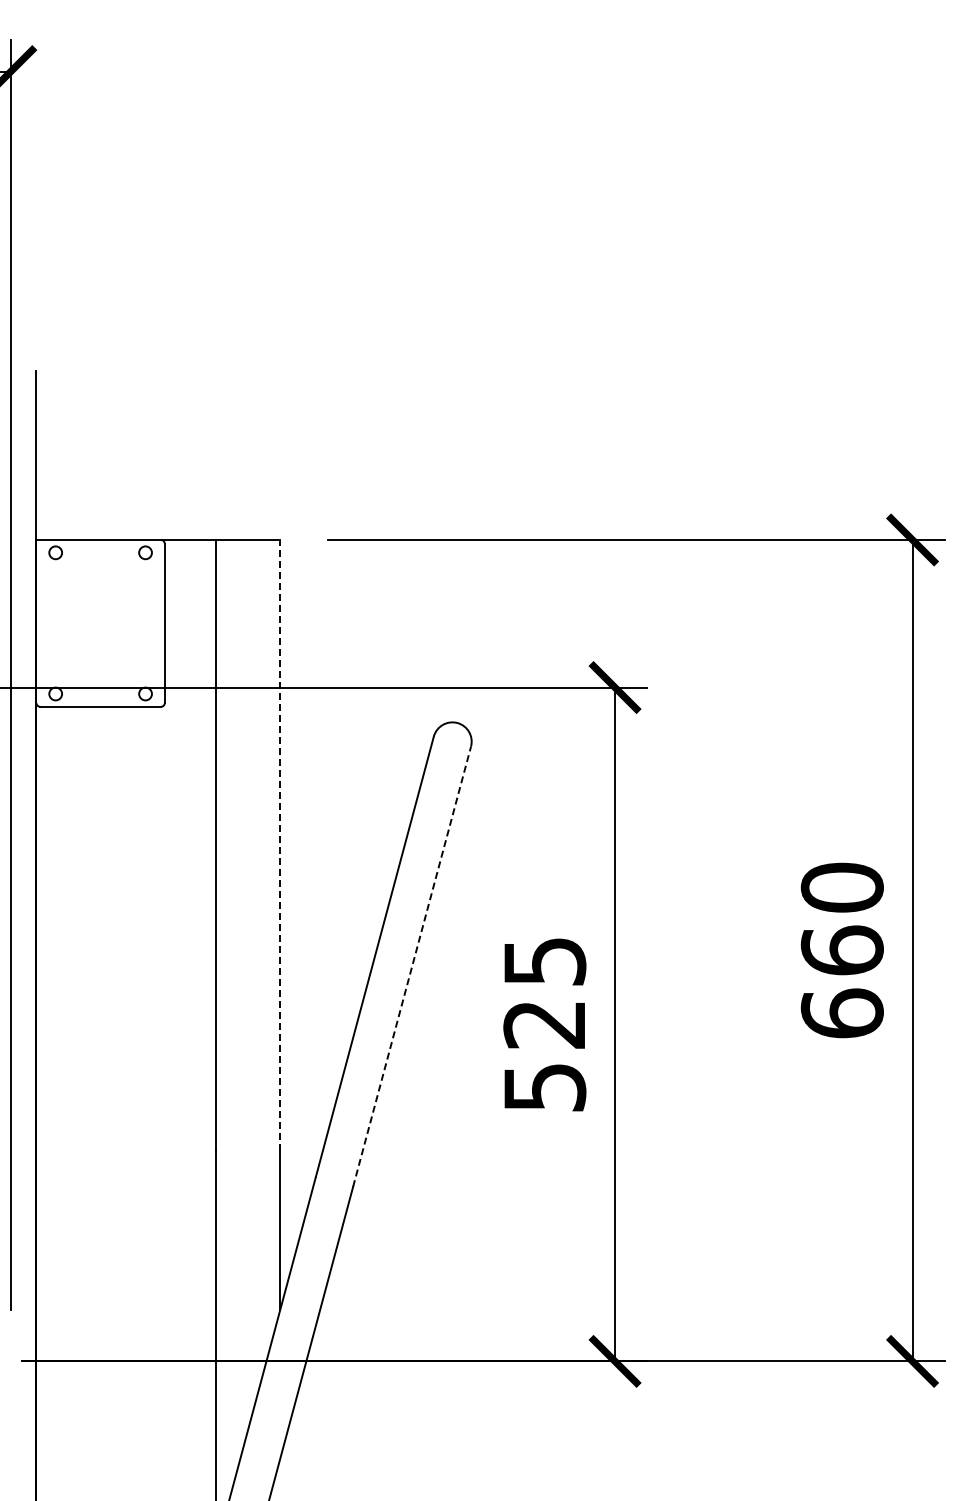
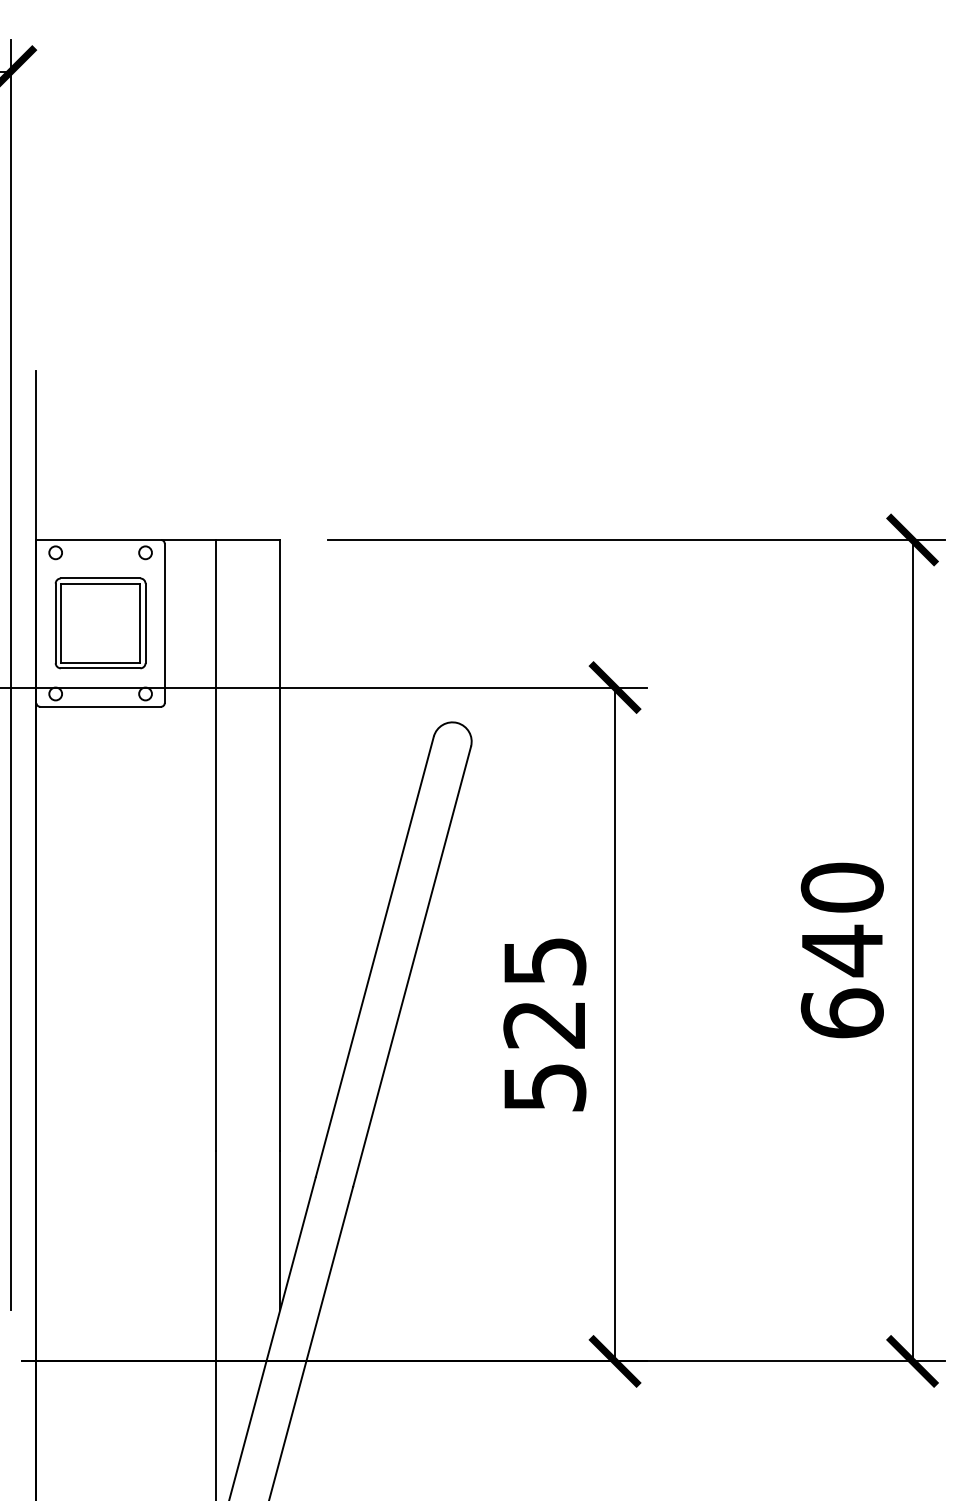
part at (100, 623): none -> present
line at (280, 845): dashed -> solid
text at (841, 950): 660 -> 640
line at (412, 966): dashed -> solid
